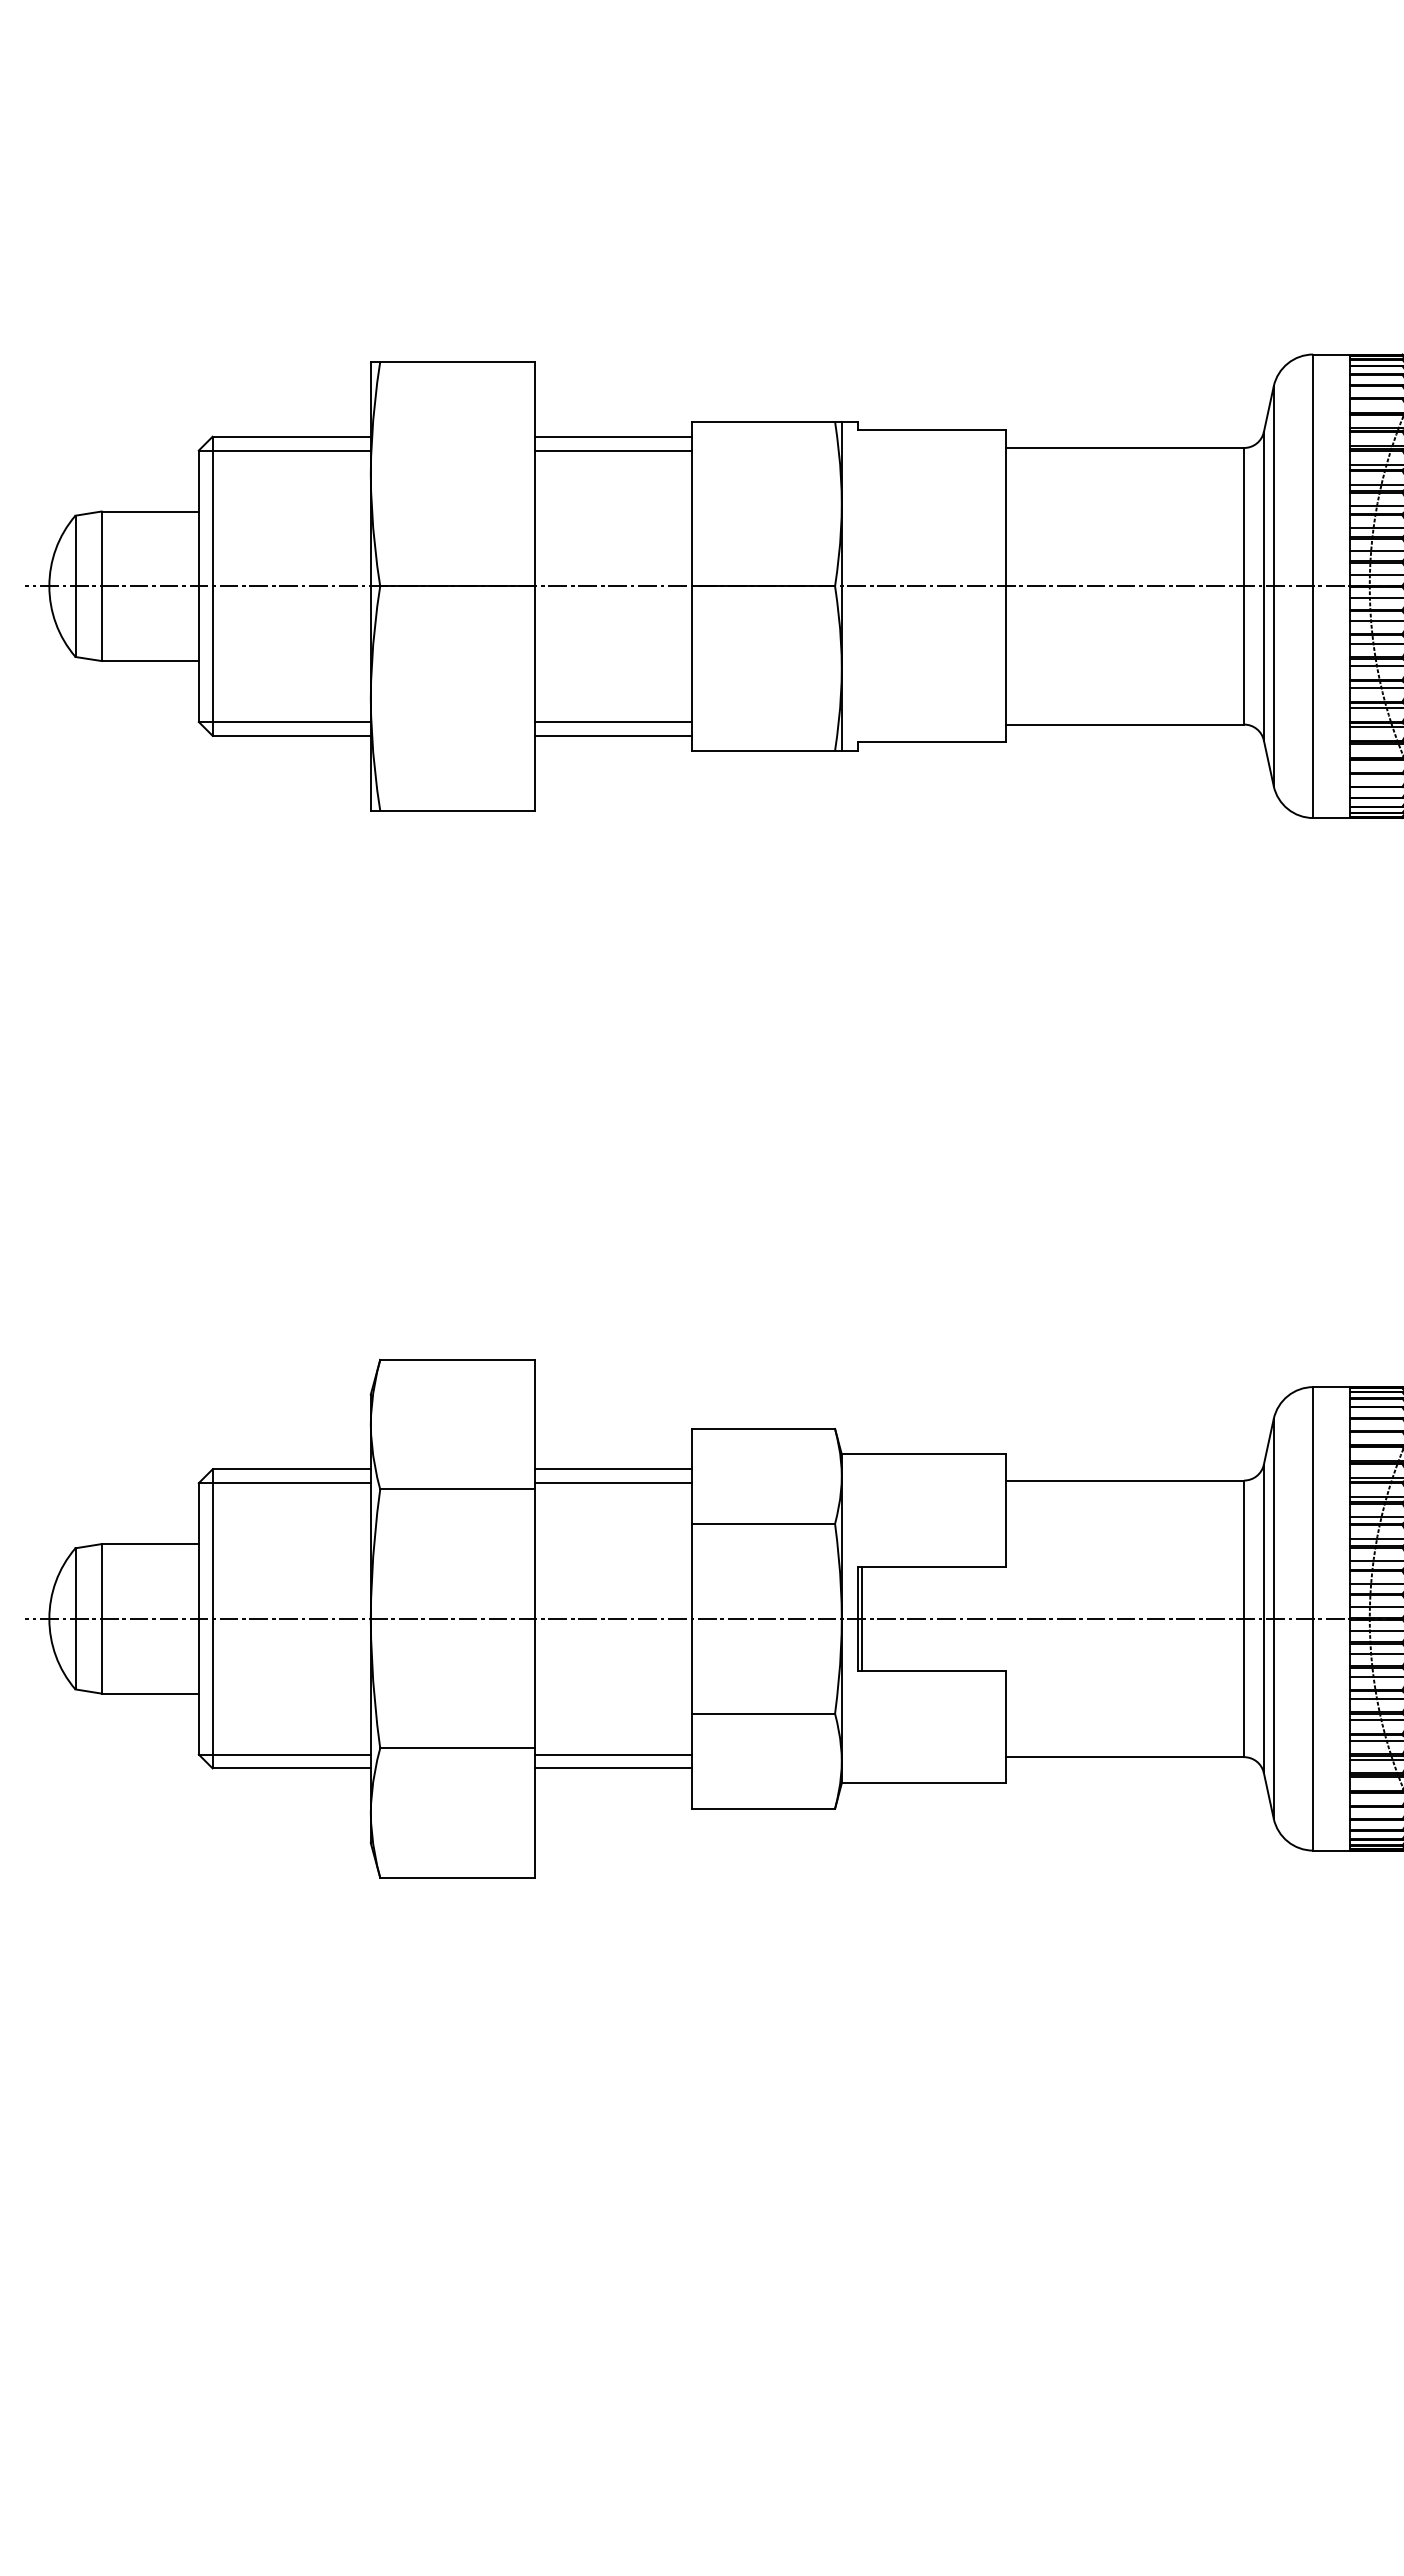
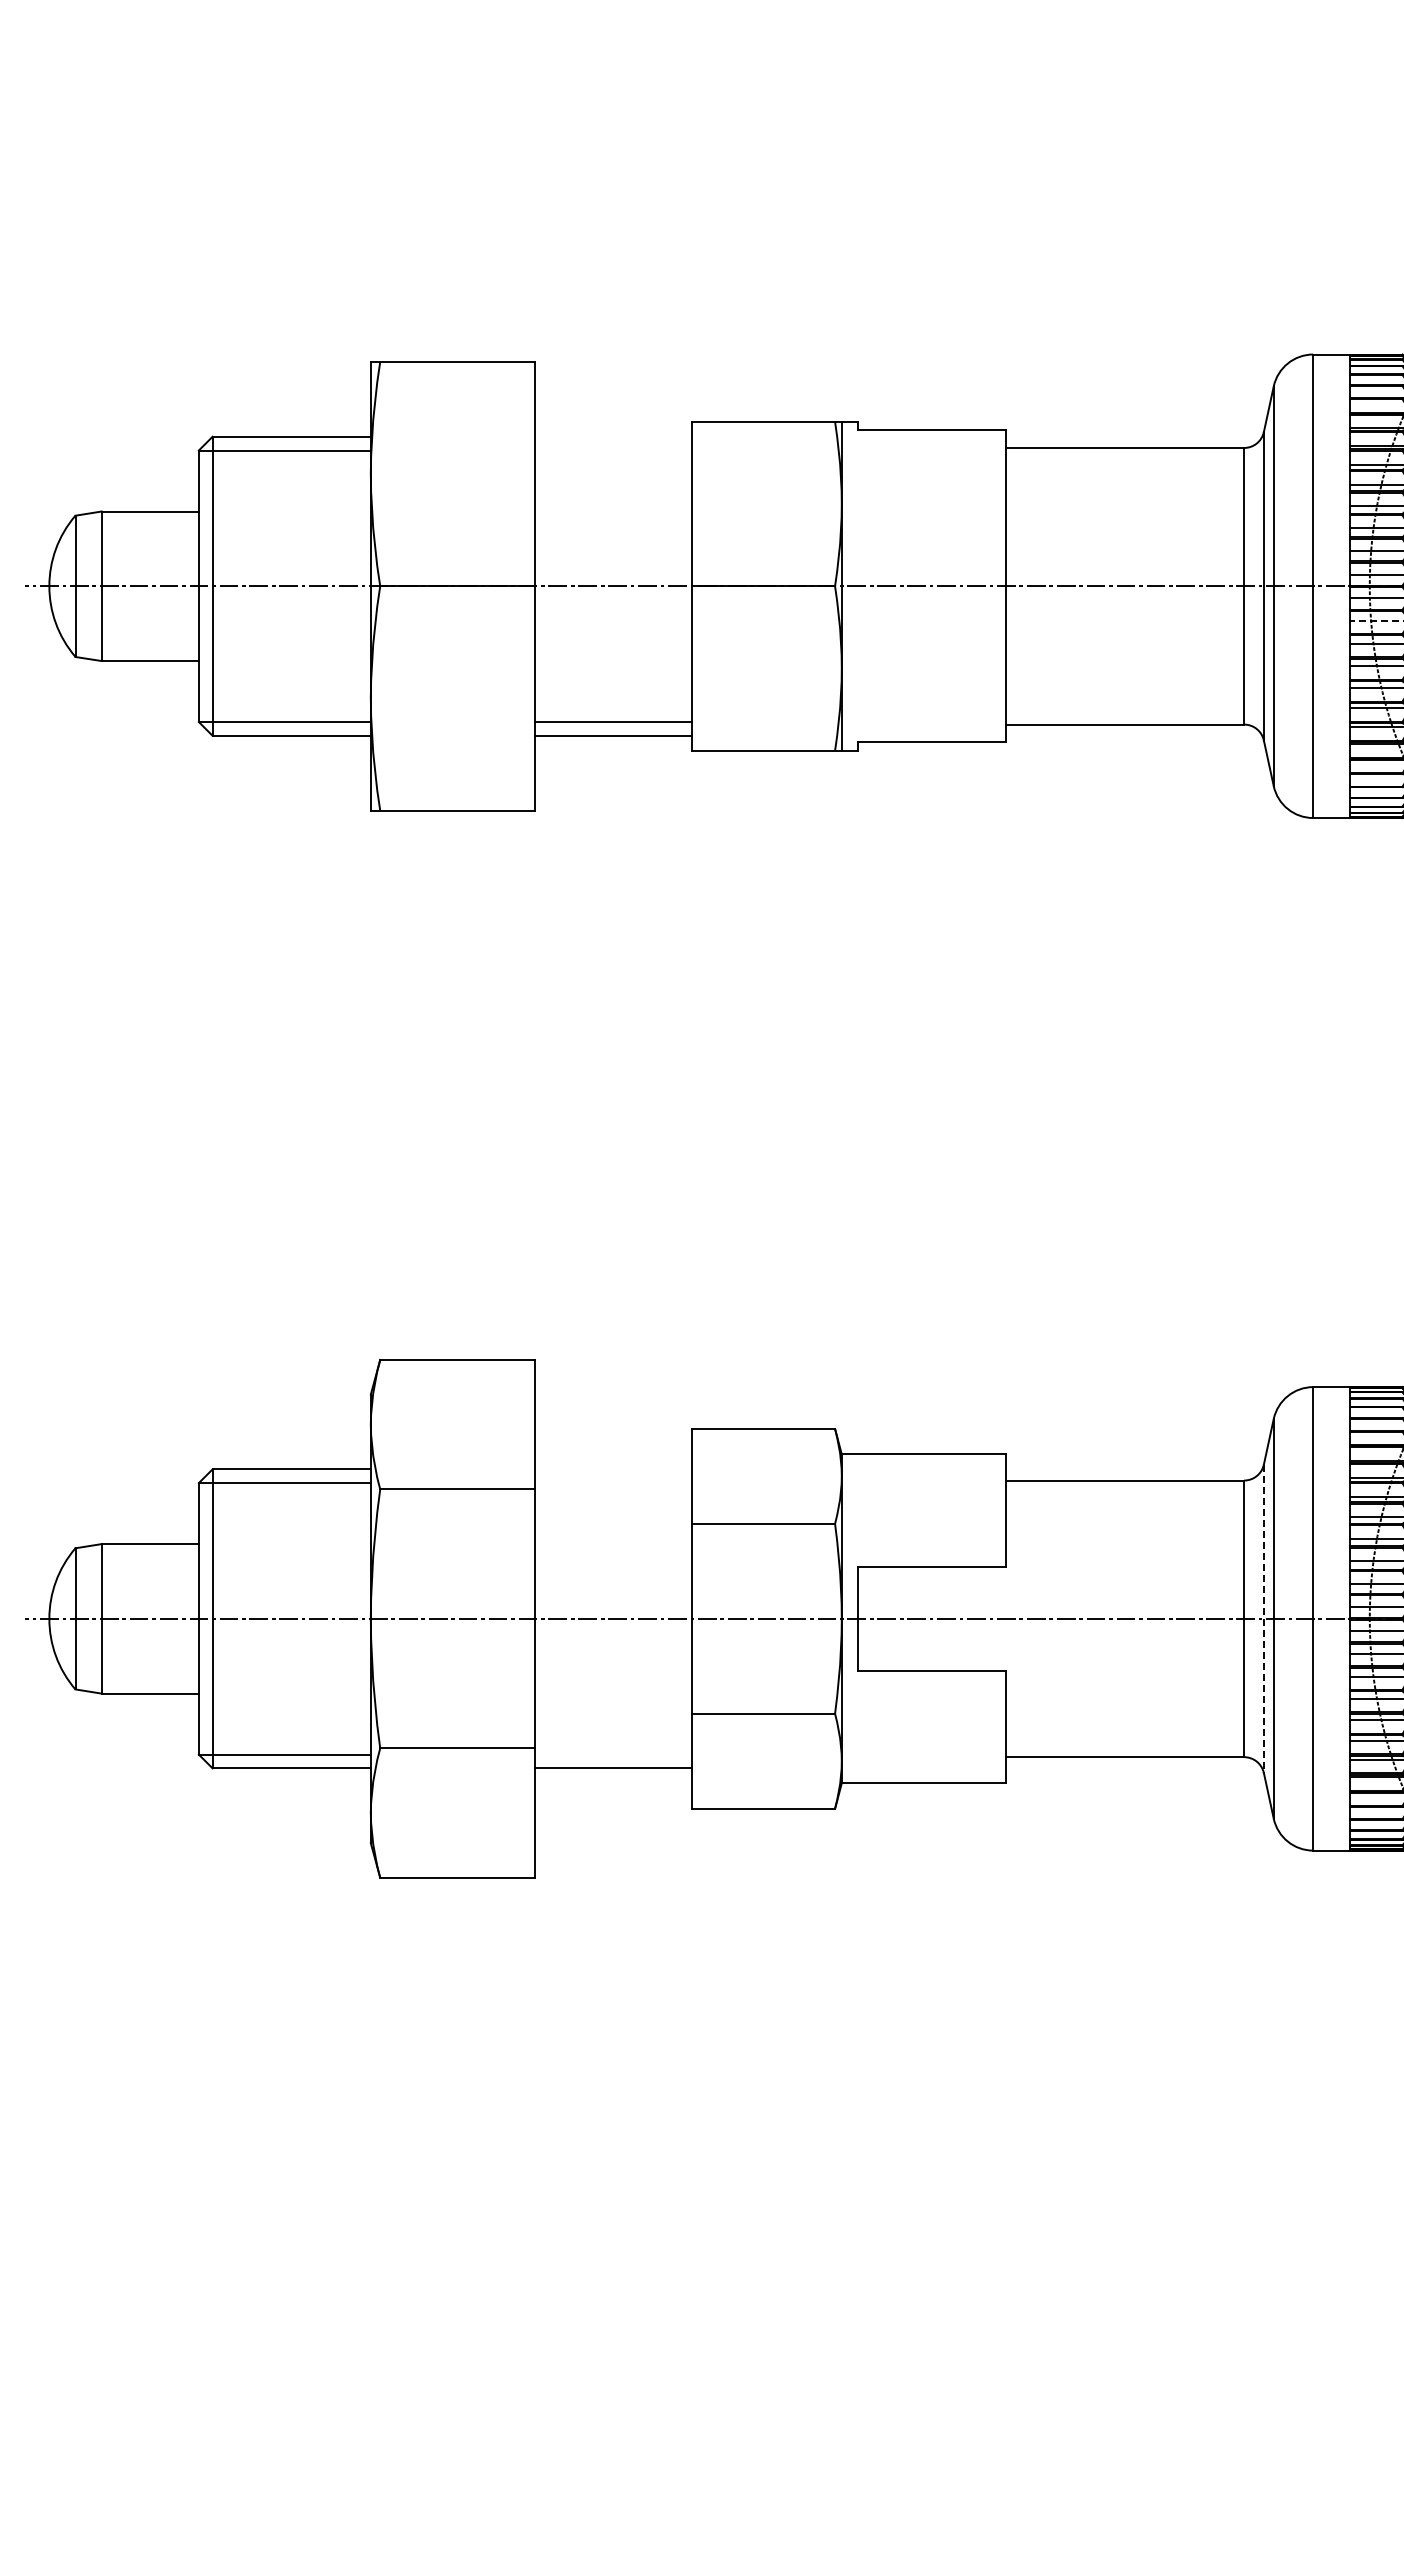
line at (613, 436): present -> none
line at (613, 450): present -> none
line at (1376, 621): solid -> dashed
line at (613, 1469): present -> none
line at (613, 1483): present -> none
line at (861, 1618): present -> none
line at (1263, 1619): solid -> dashed
line at (613, 1754): present -> none
